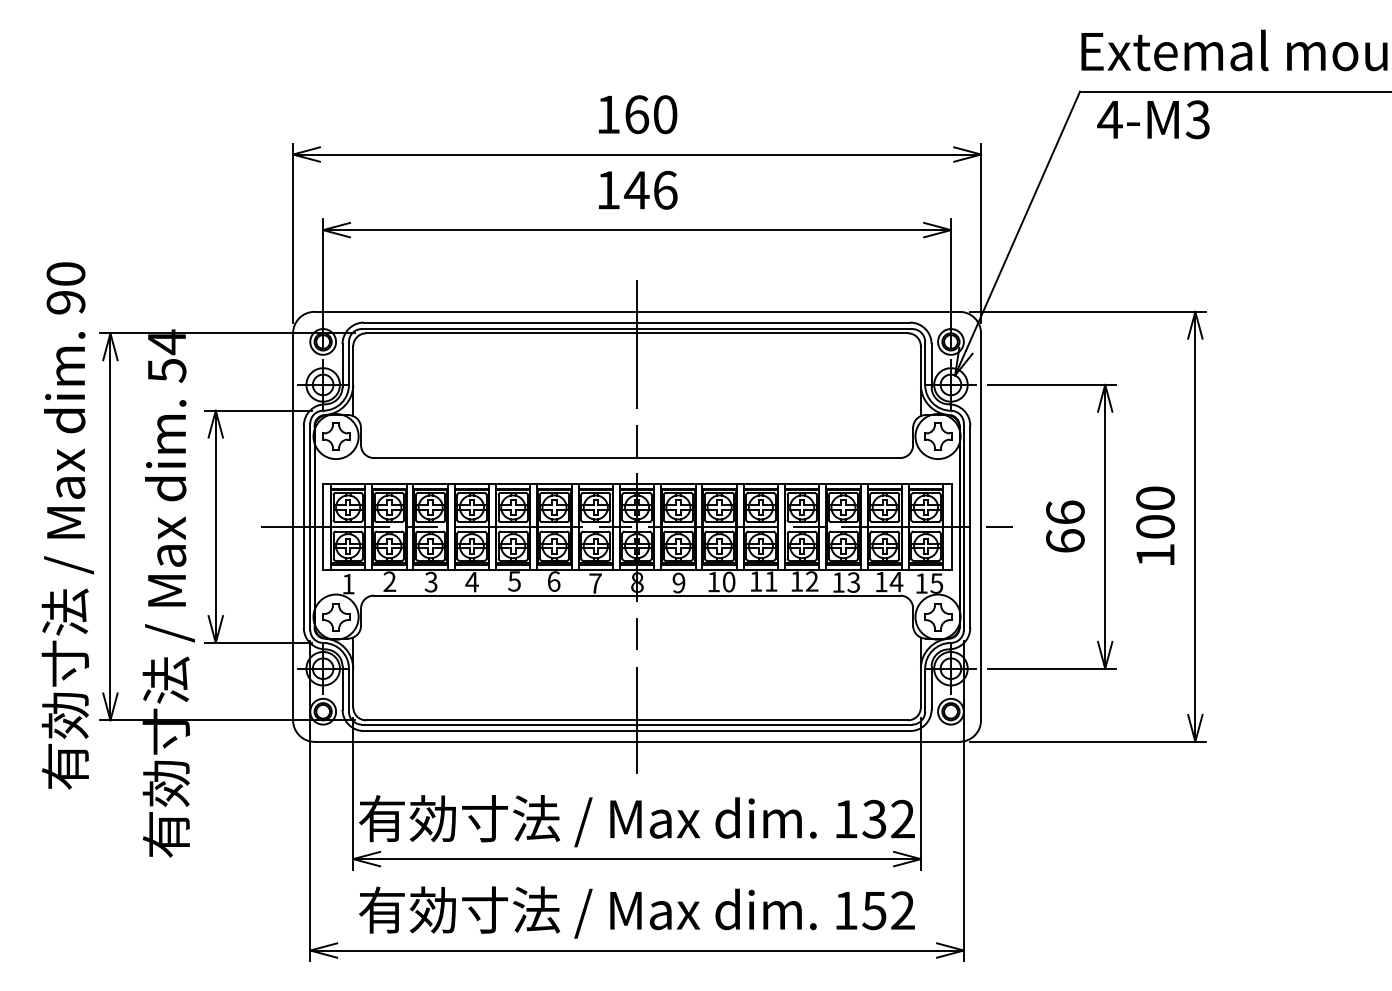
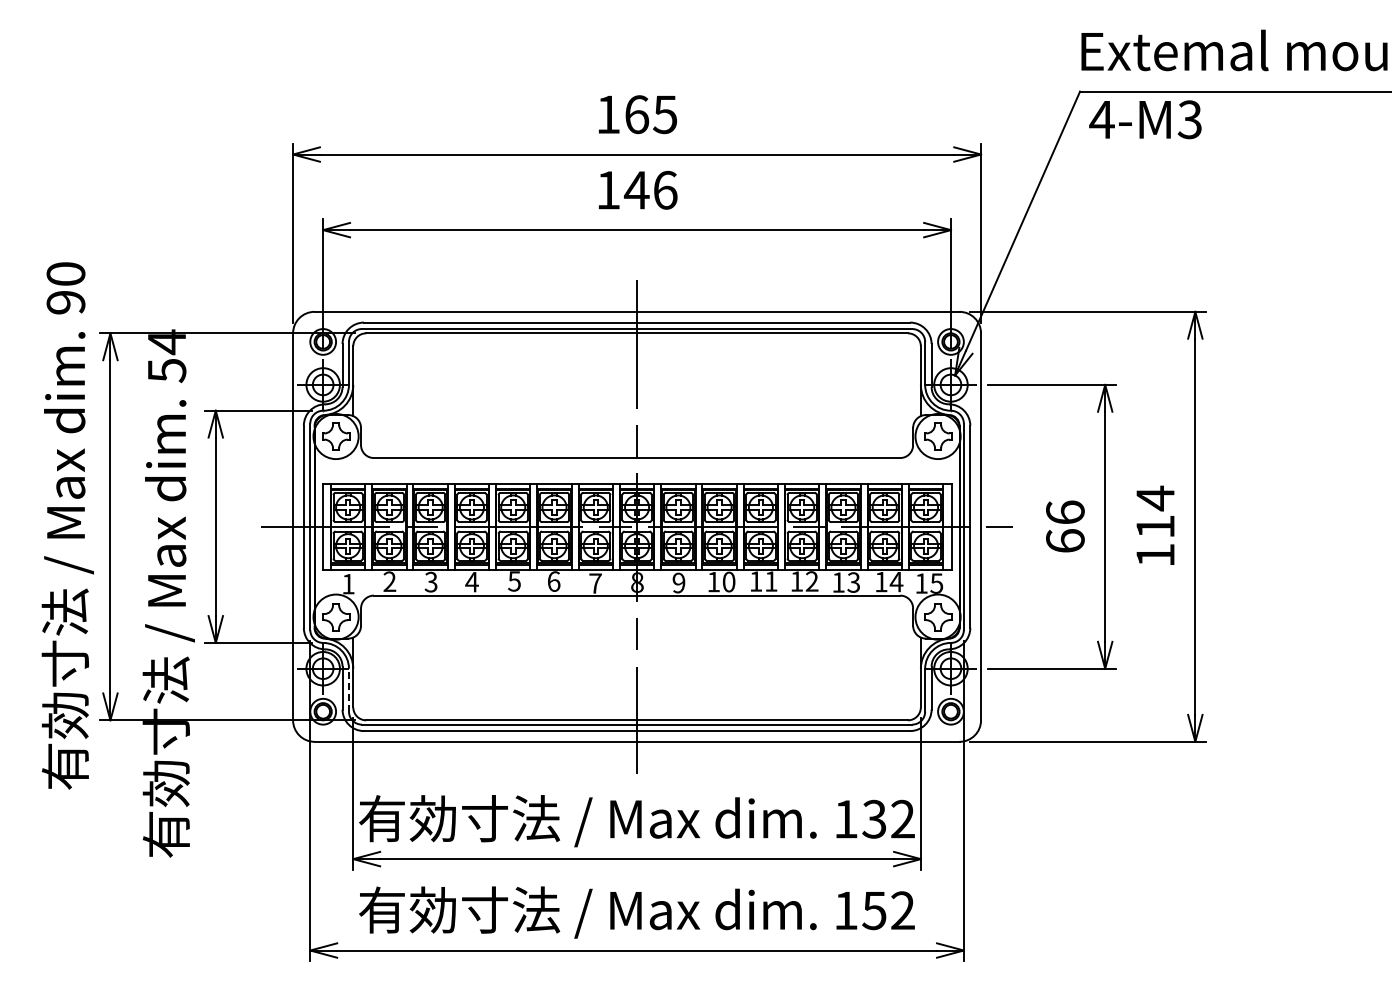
text at (665, 114): 160 -> 165
text at (1153, 119) position: (1153, 119) -> (1145, 119)
text at (1155, 511): 100 -> 114
line at (348, 689): solid -> dashed
